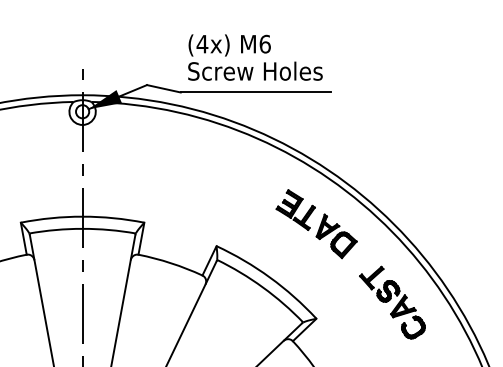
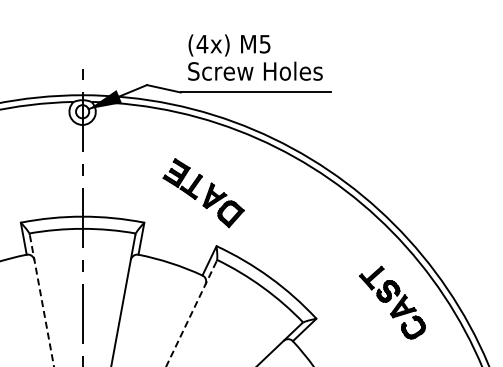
text at (264, 43): M6 -> M5
part at (316, 224) position: (316, 224) -> (203, 193)
line at (41, 300): solid -> dashed
line at (191, 314): solid -> dashed
